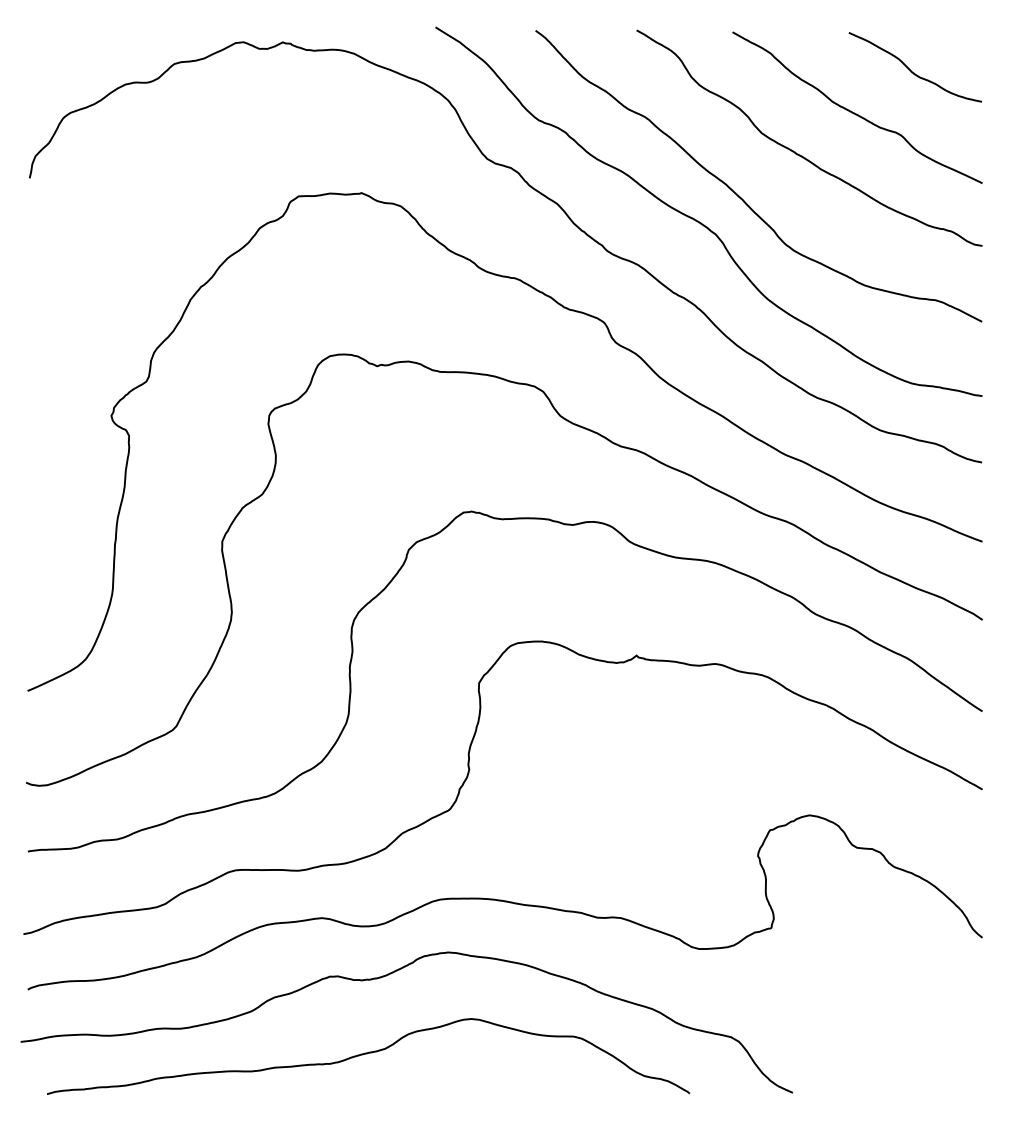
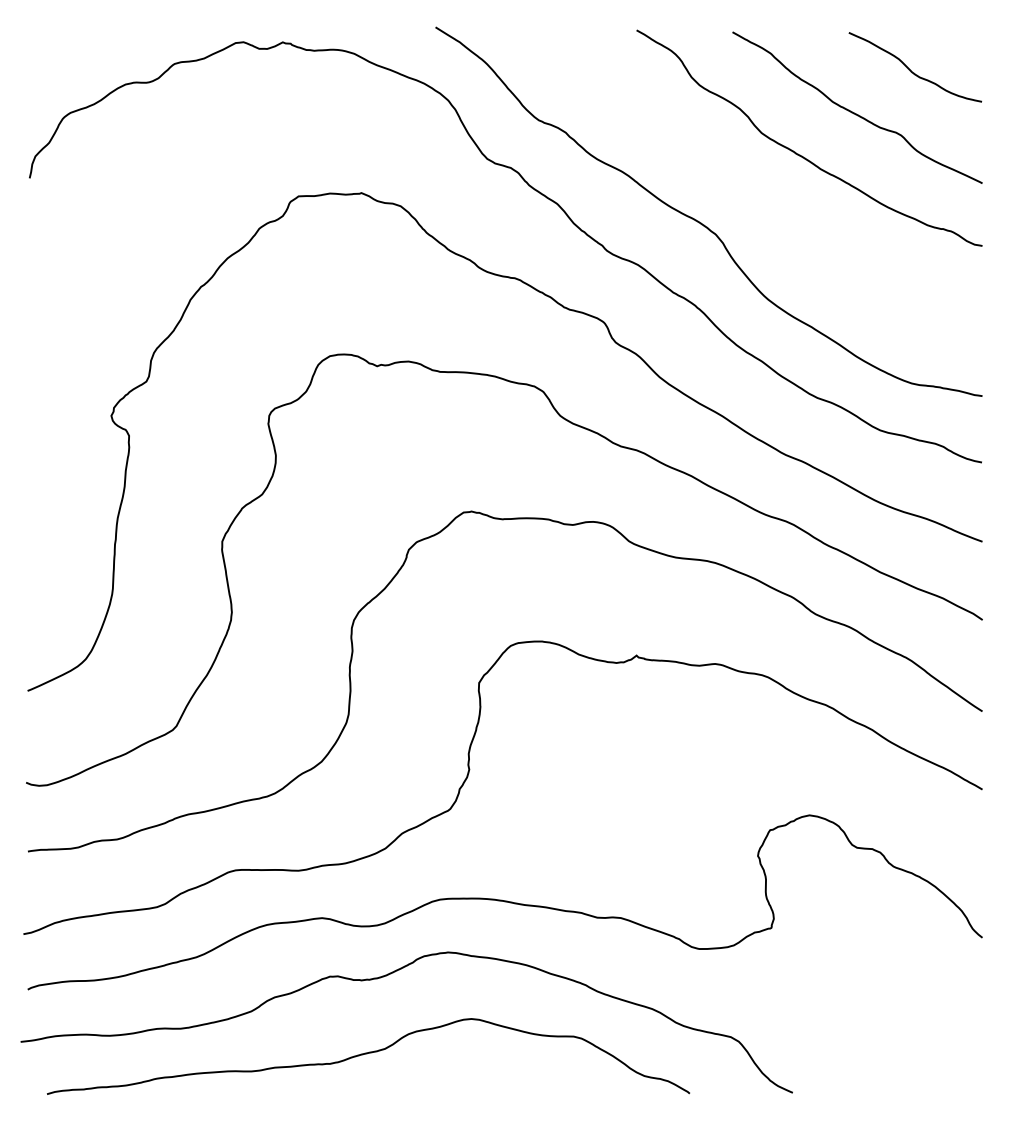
curve at (739, 195): present -> none
